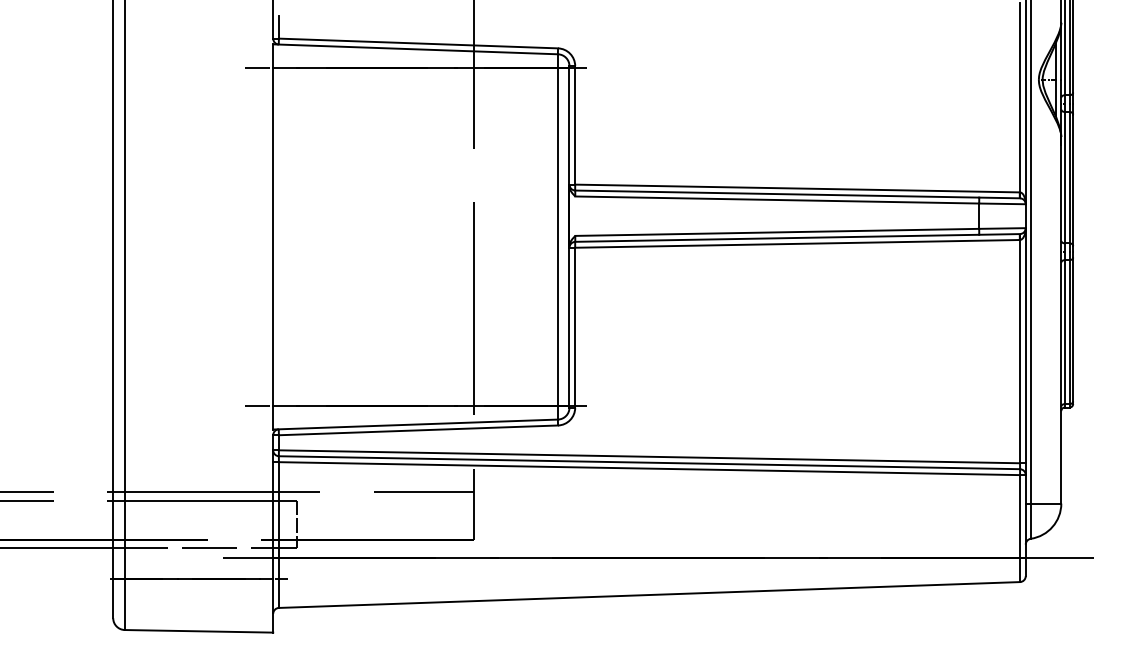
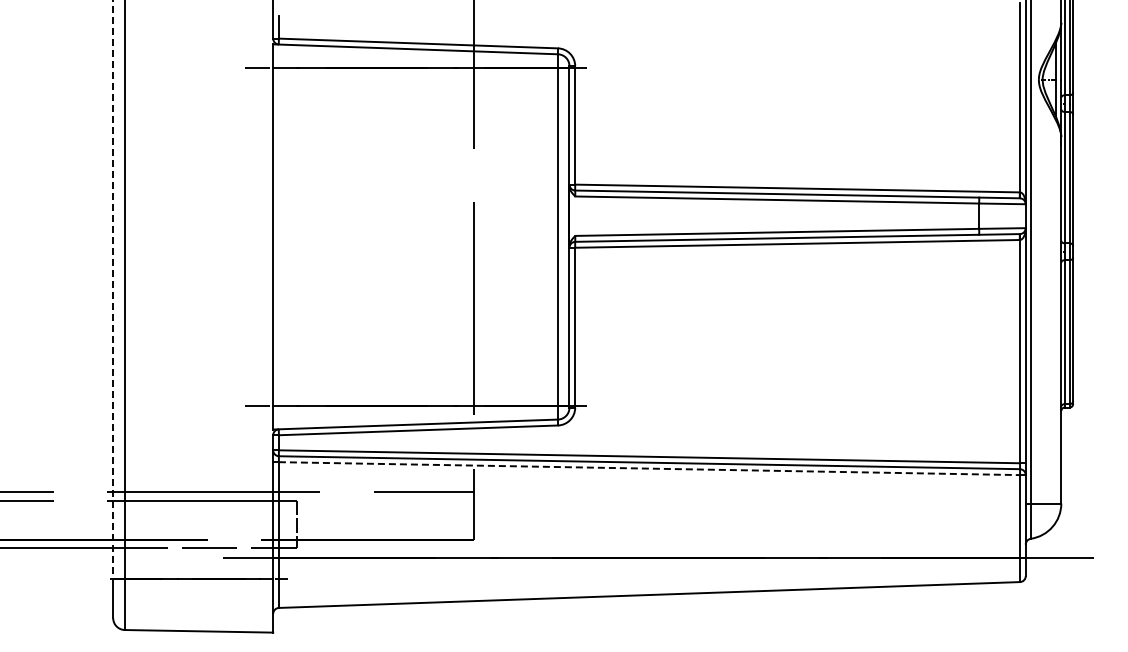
line at (113, 289): solid -> dashed
line at (649, 468): solid -> dashed
